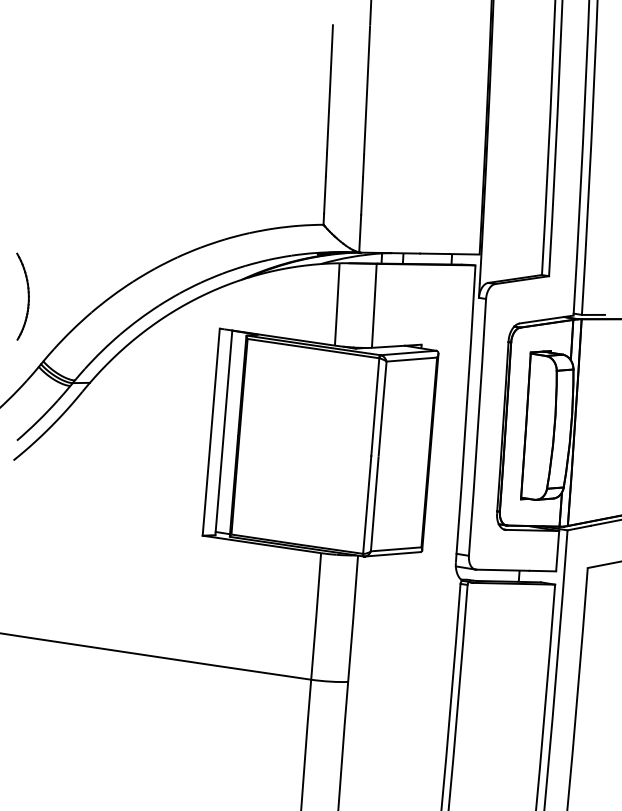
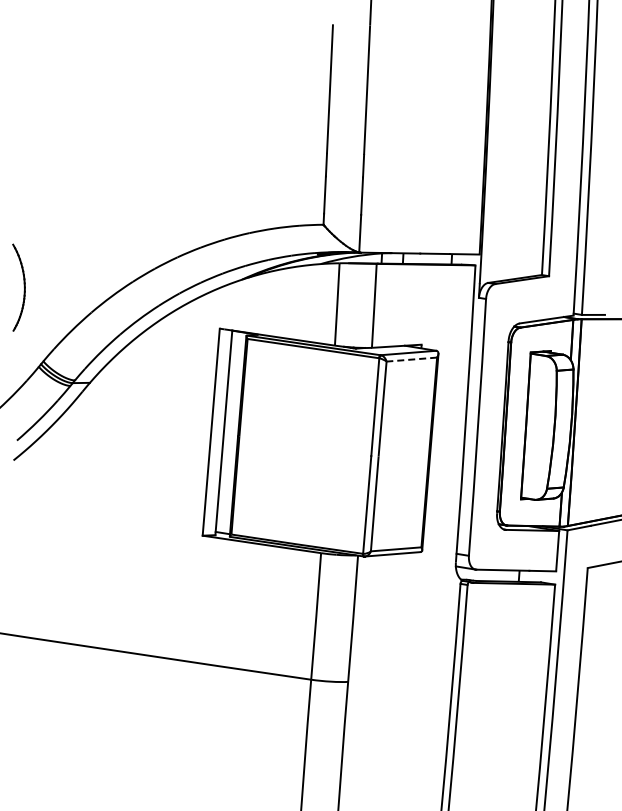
part at (22, 296) position: (22, 296) -> (18, 287)
line at (411, 359): solid -> dashed
